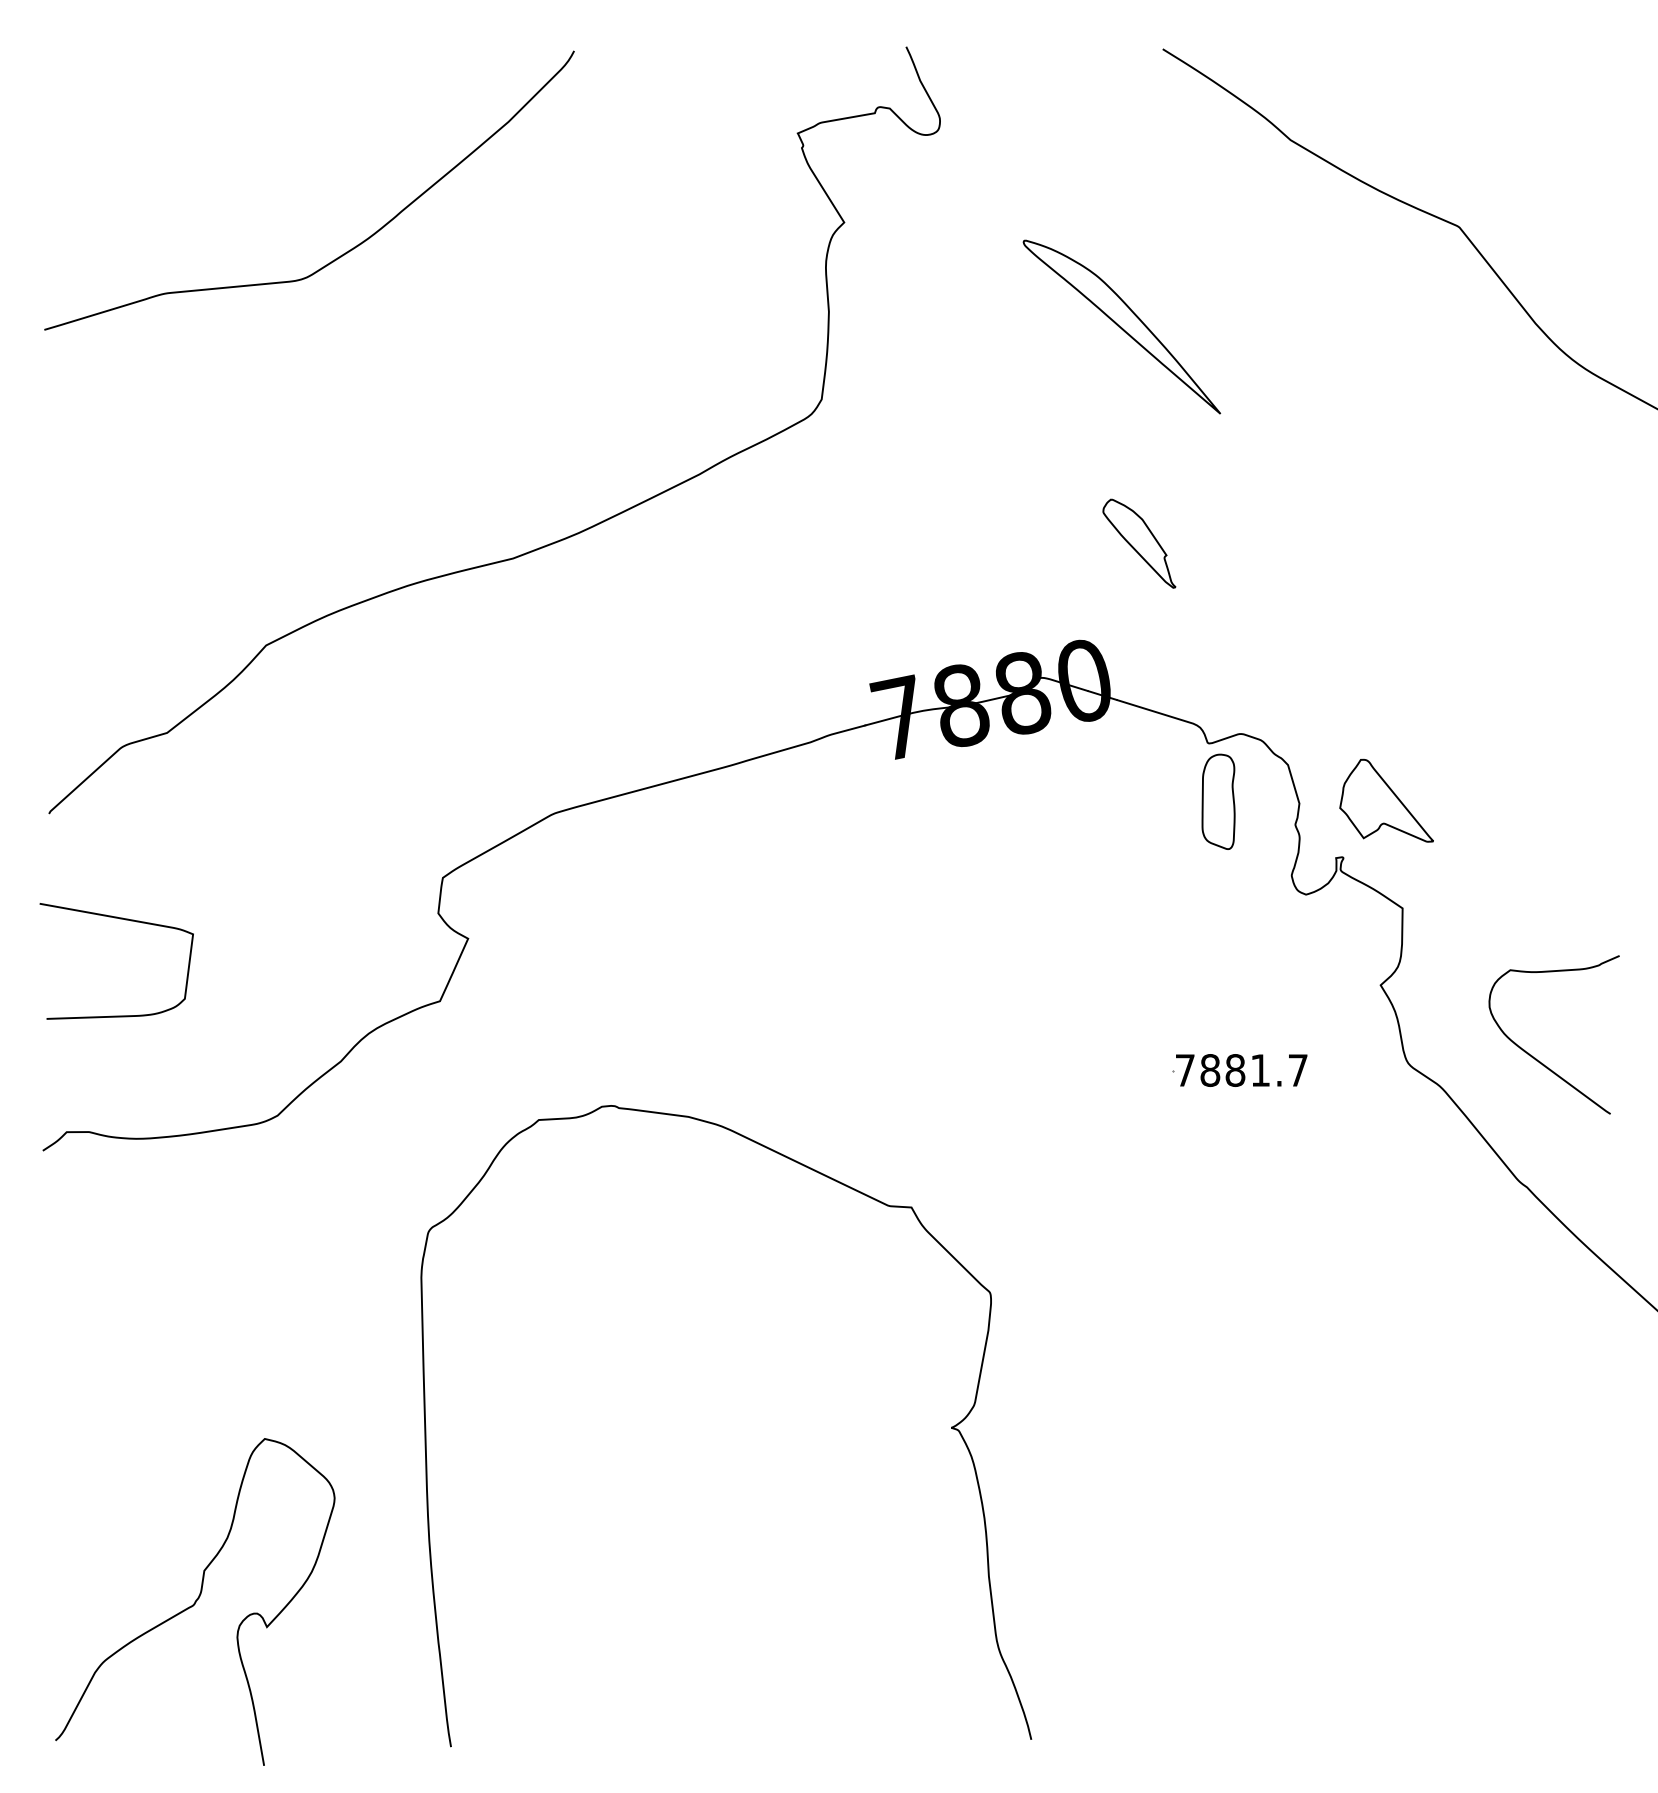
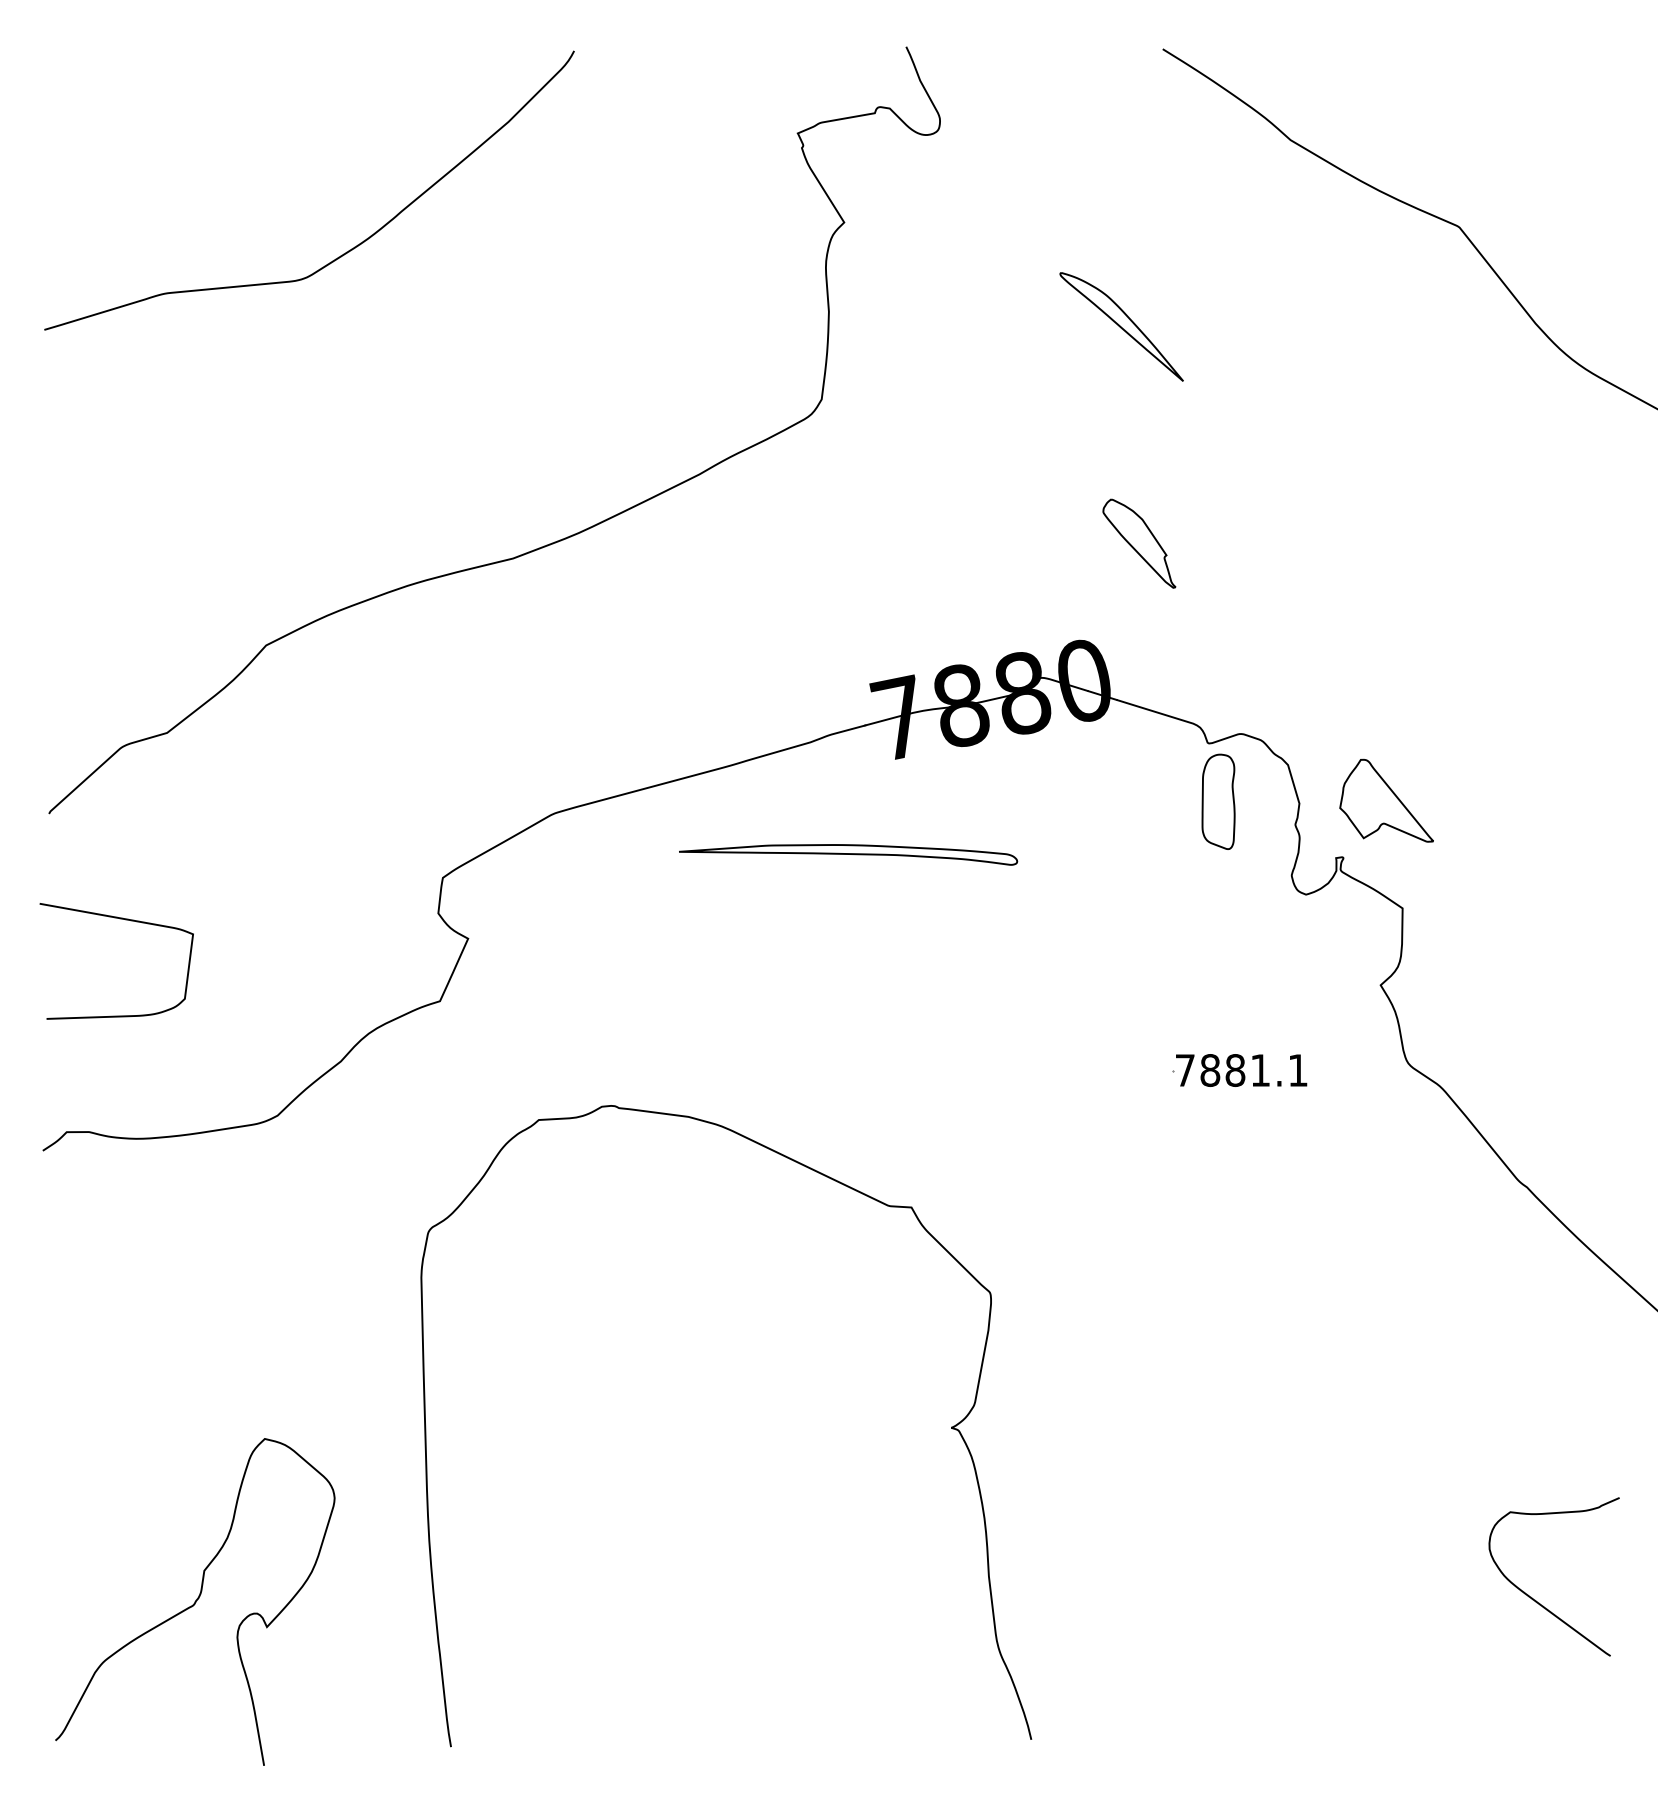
part at (1121, 326) size: 200x176 px -> 125x110 px
part at (848, 854): none -> present
curve at (1535, 1057) position: (1535, 1057) -> (1535, 1599)
text at (1298, 1070): 7881.7 -> 7881.1
